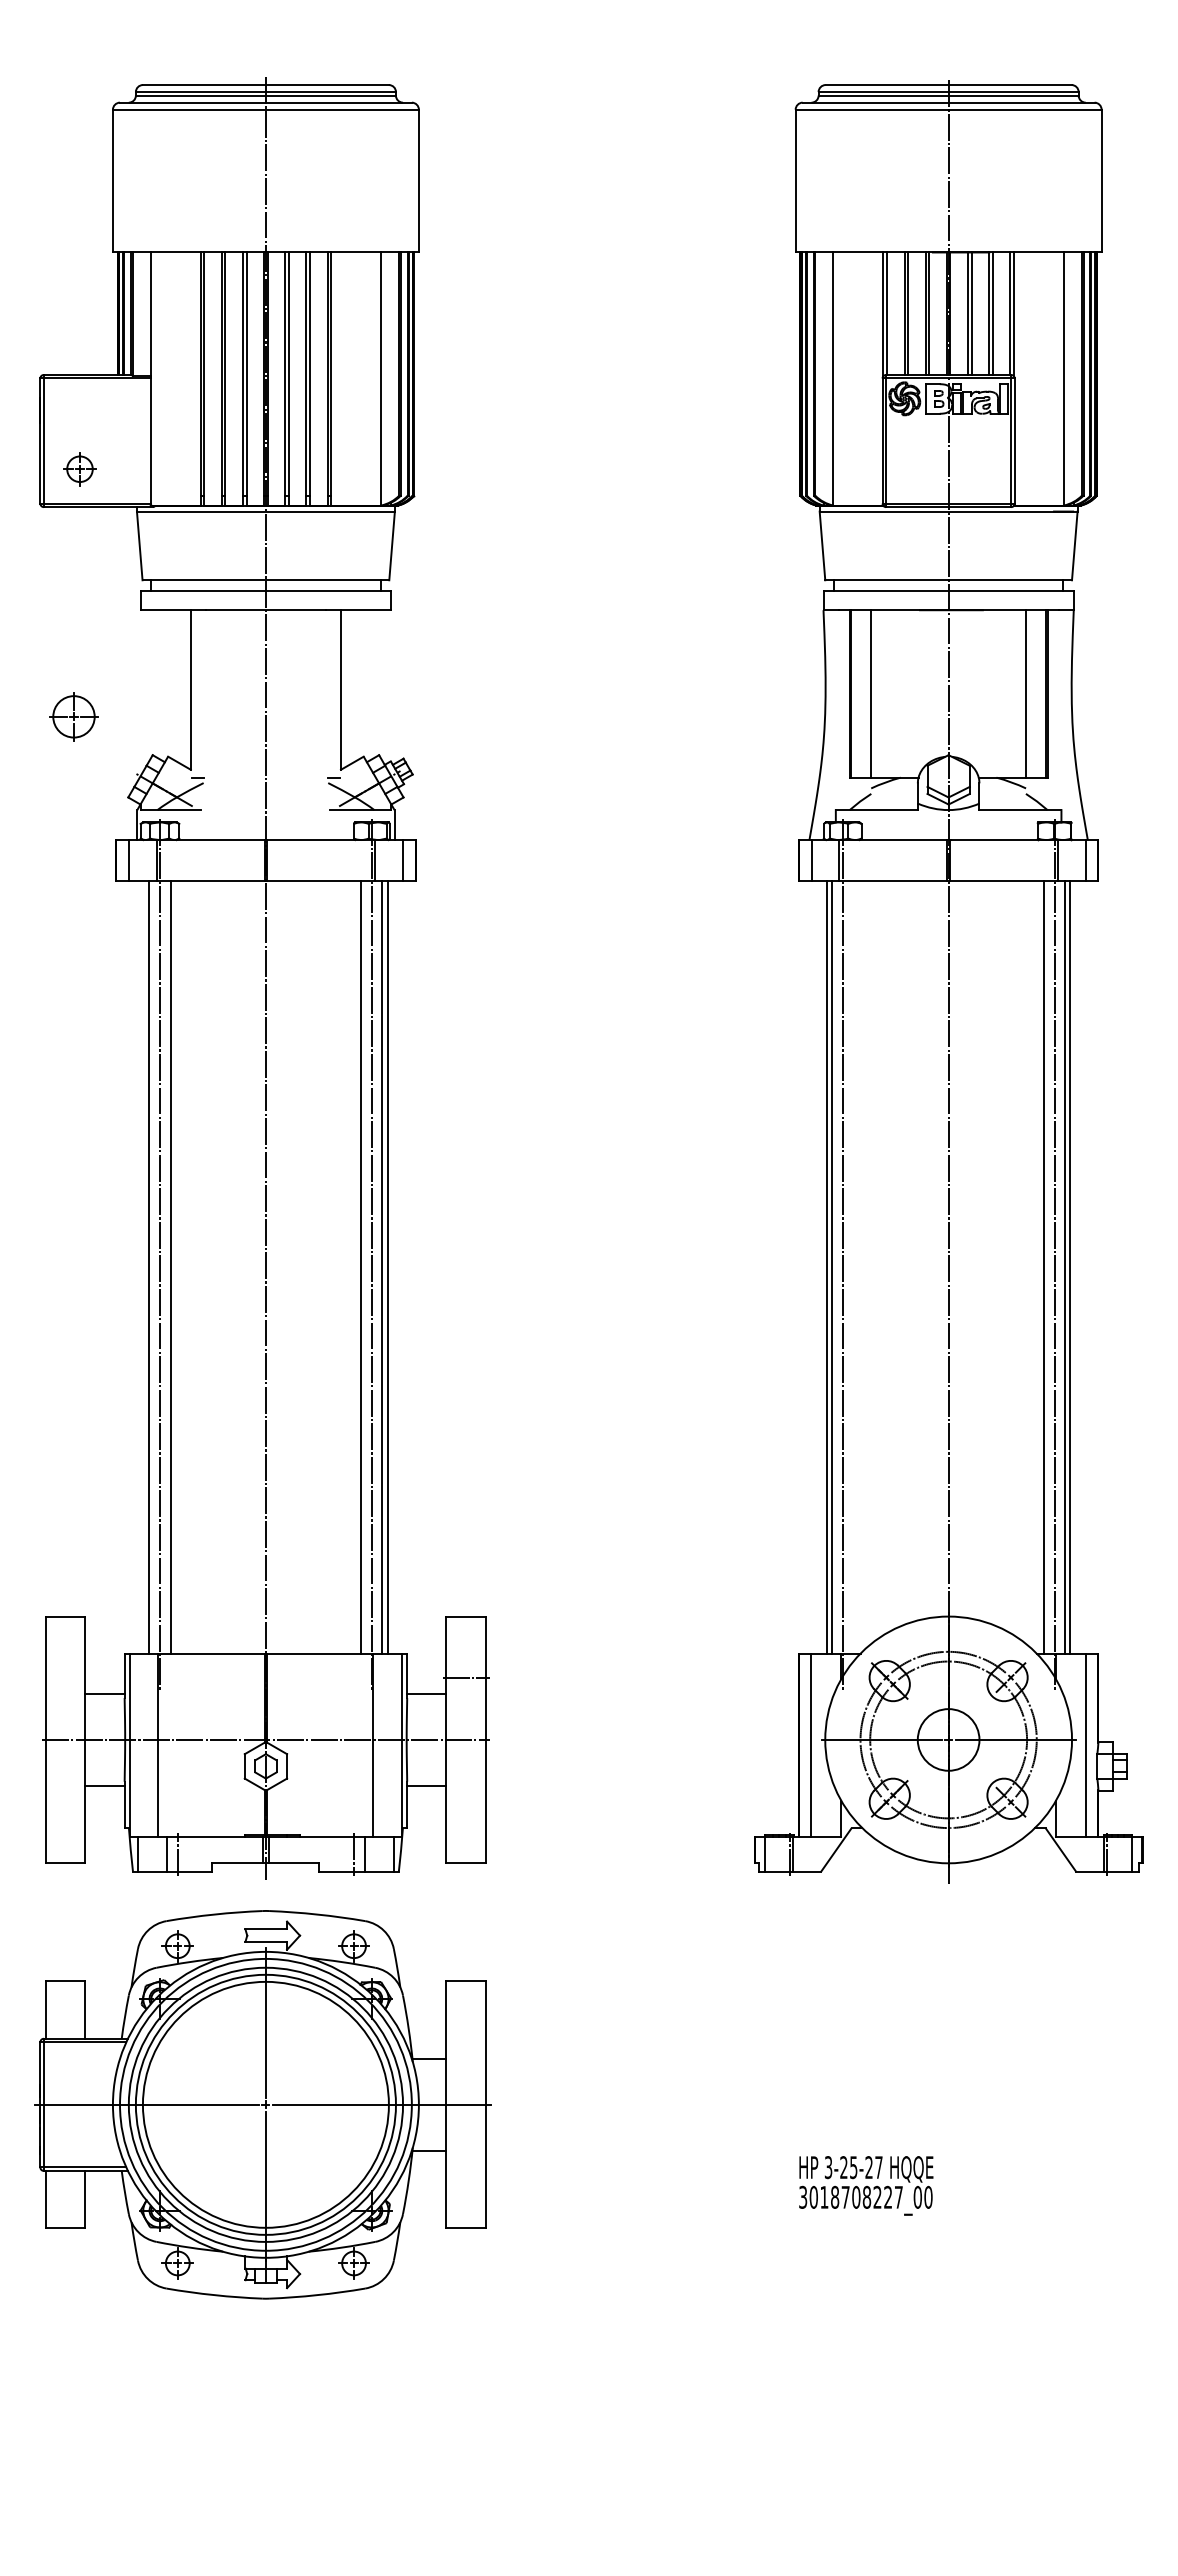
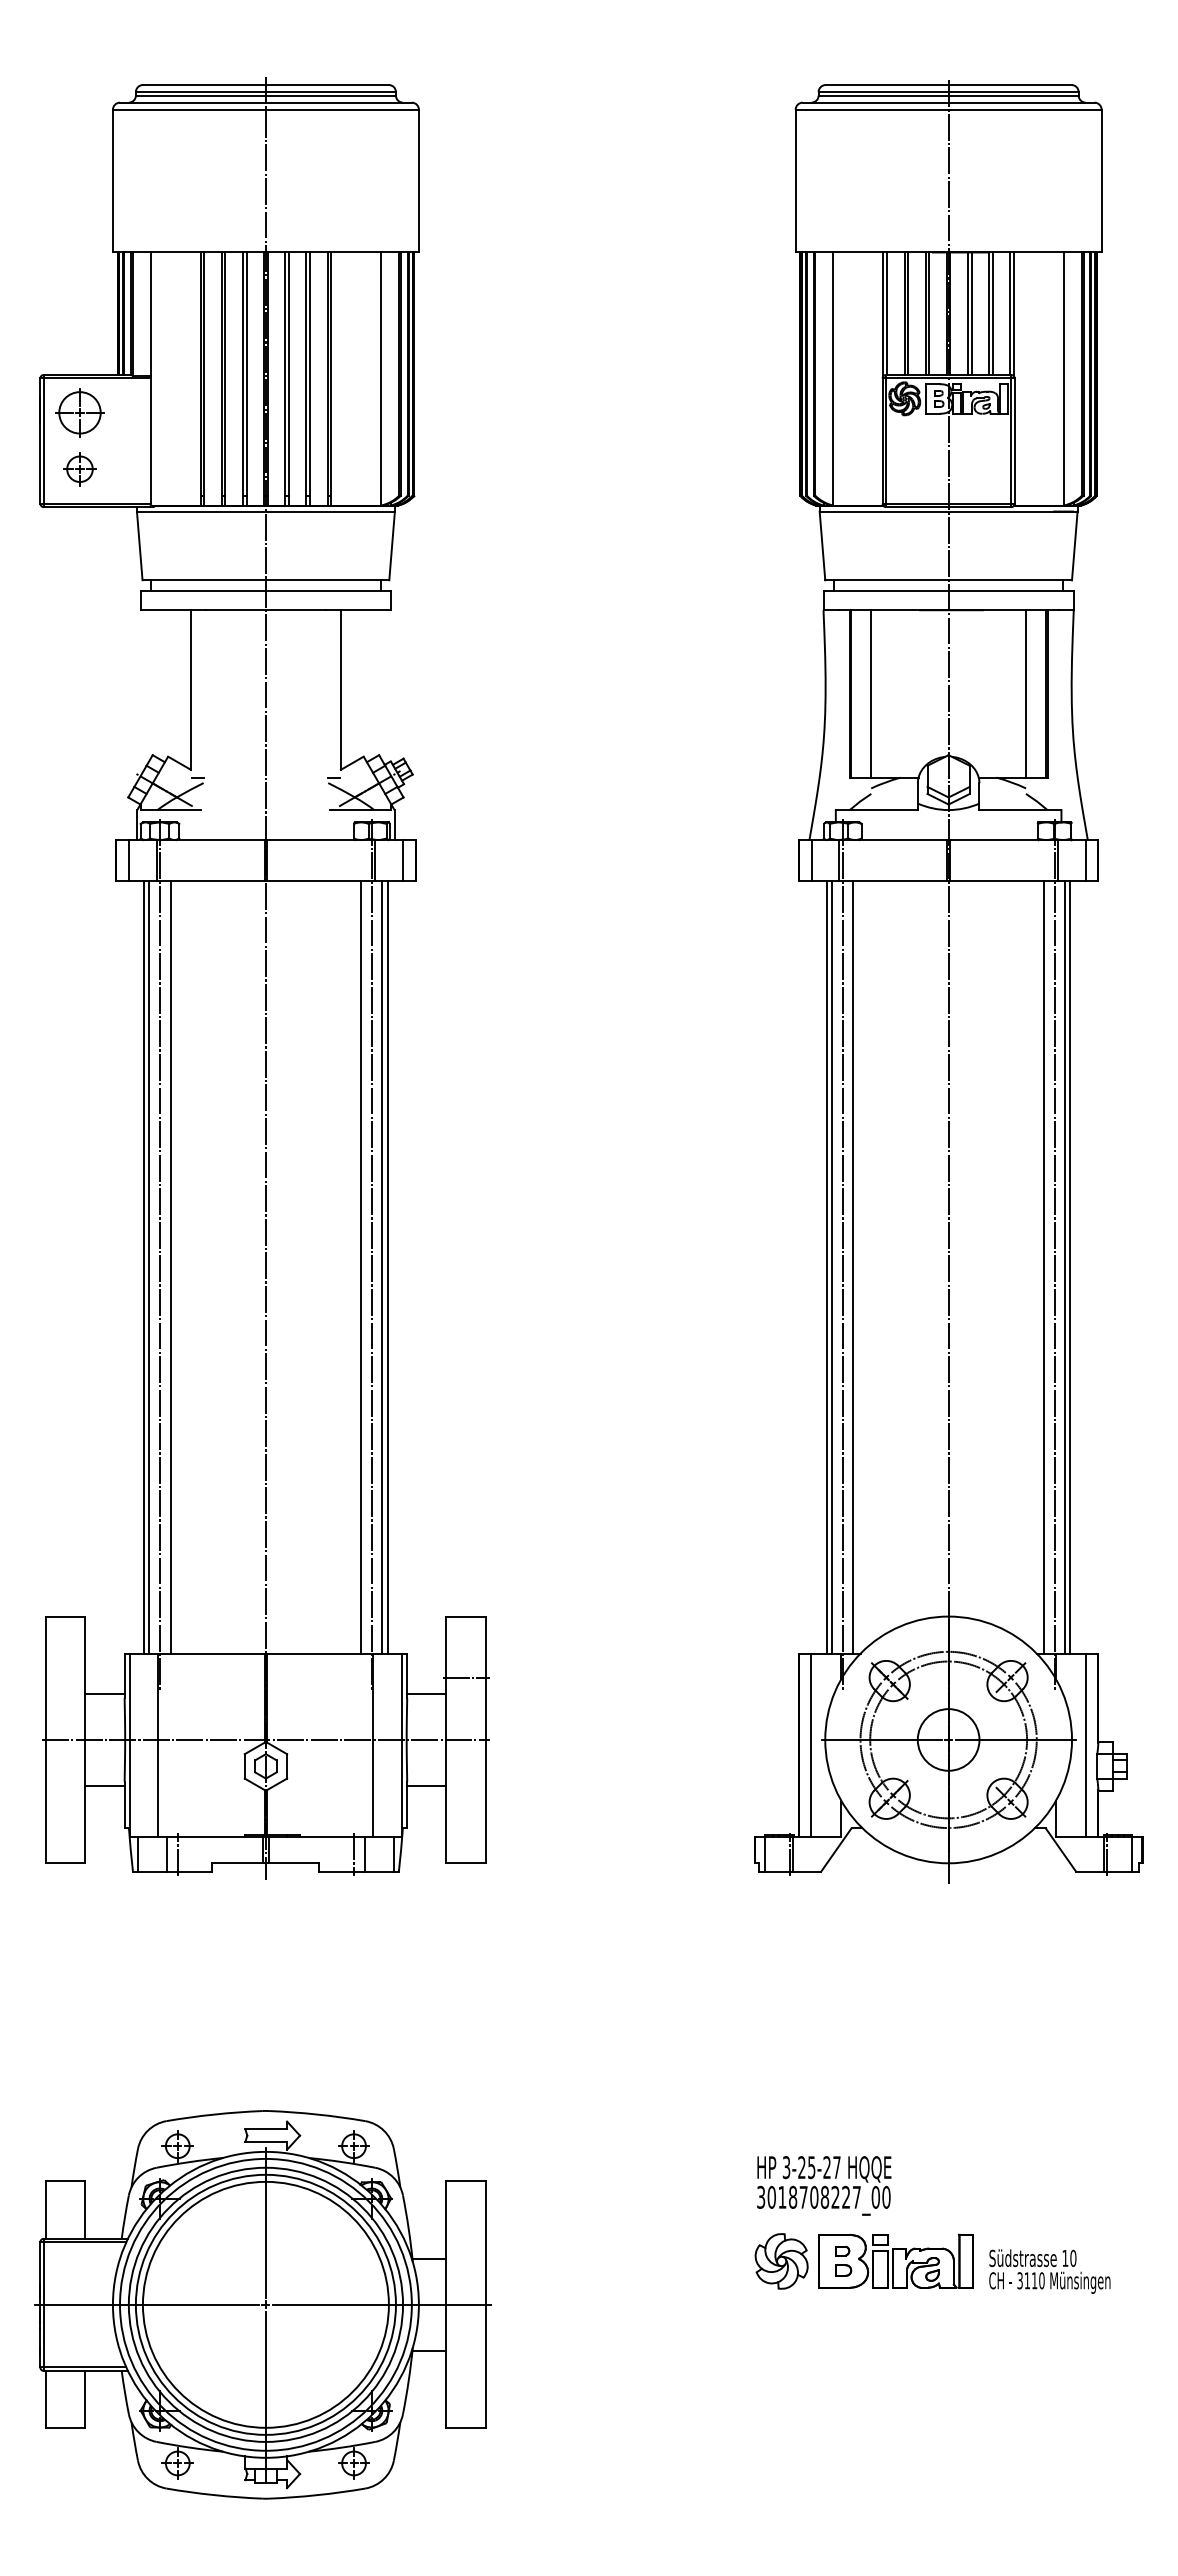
part at (73, 716) position: (73, 716) -> (79, 412)
line at (144, 1266): none -> present
line at (853, 1266): none -> present
part at (262, 2104) position: (262, 2104) -> (262, 2304)
text at (866, 2185) position: (866, 2185) -> (824, 2185)
part at (932, 2263): none -> present
